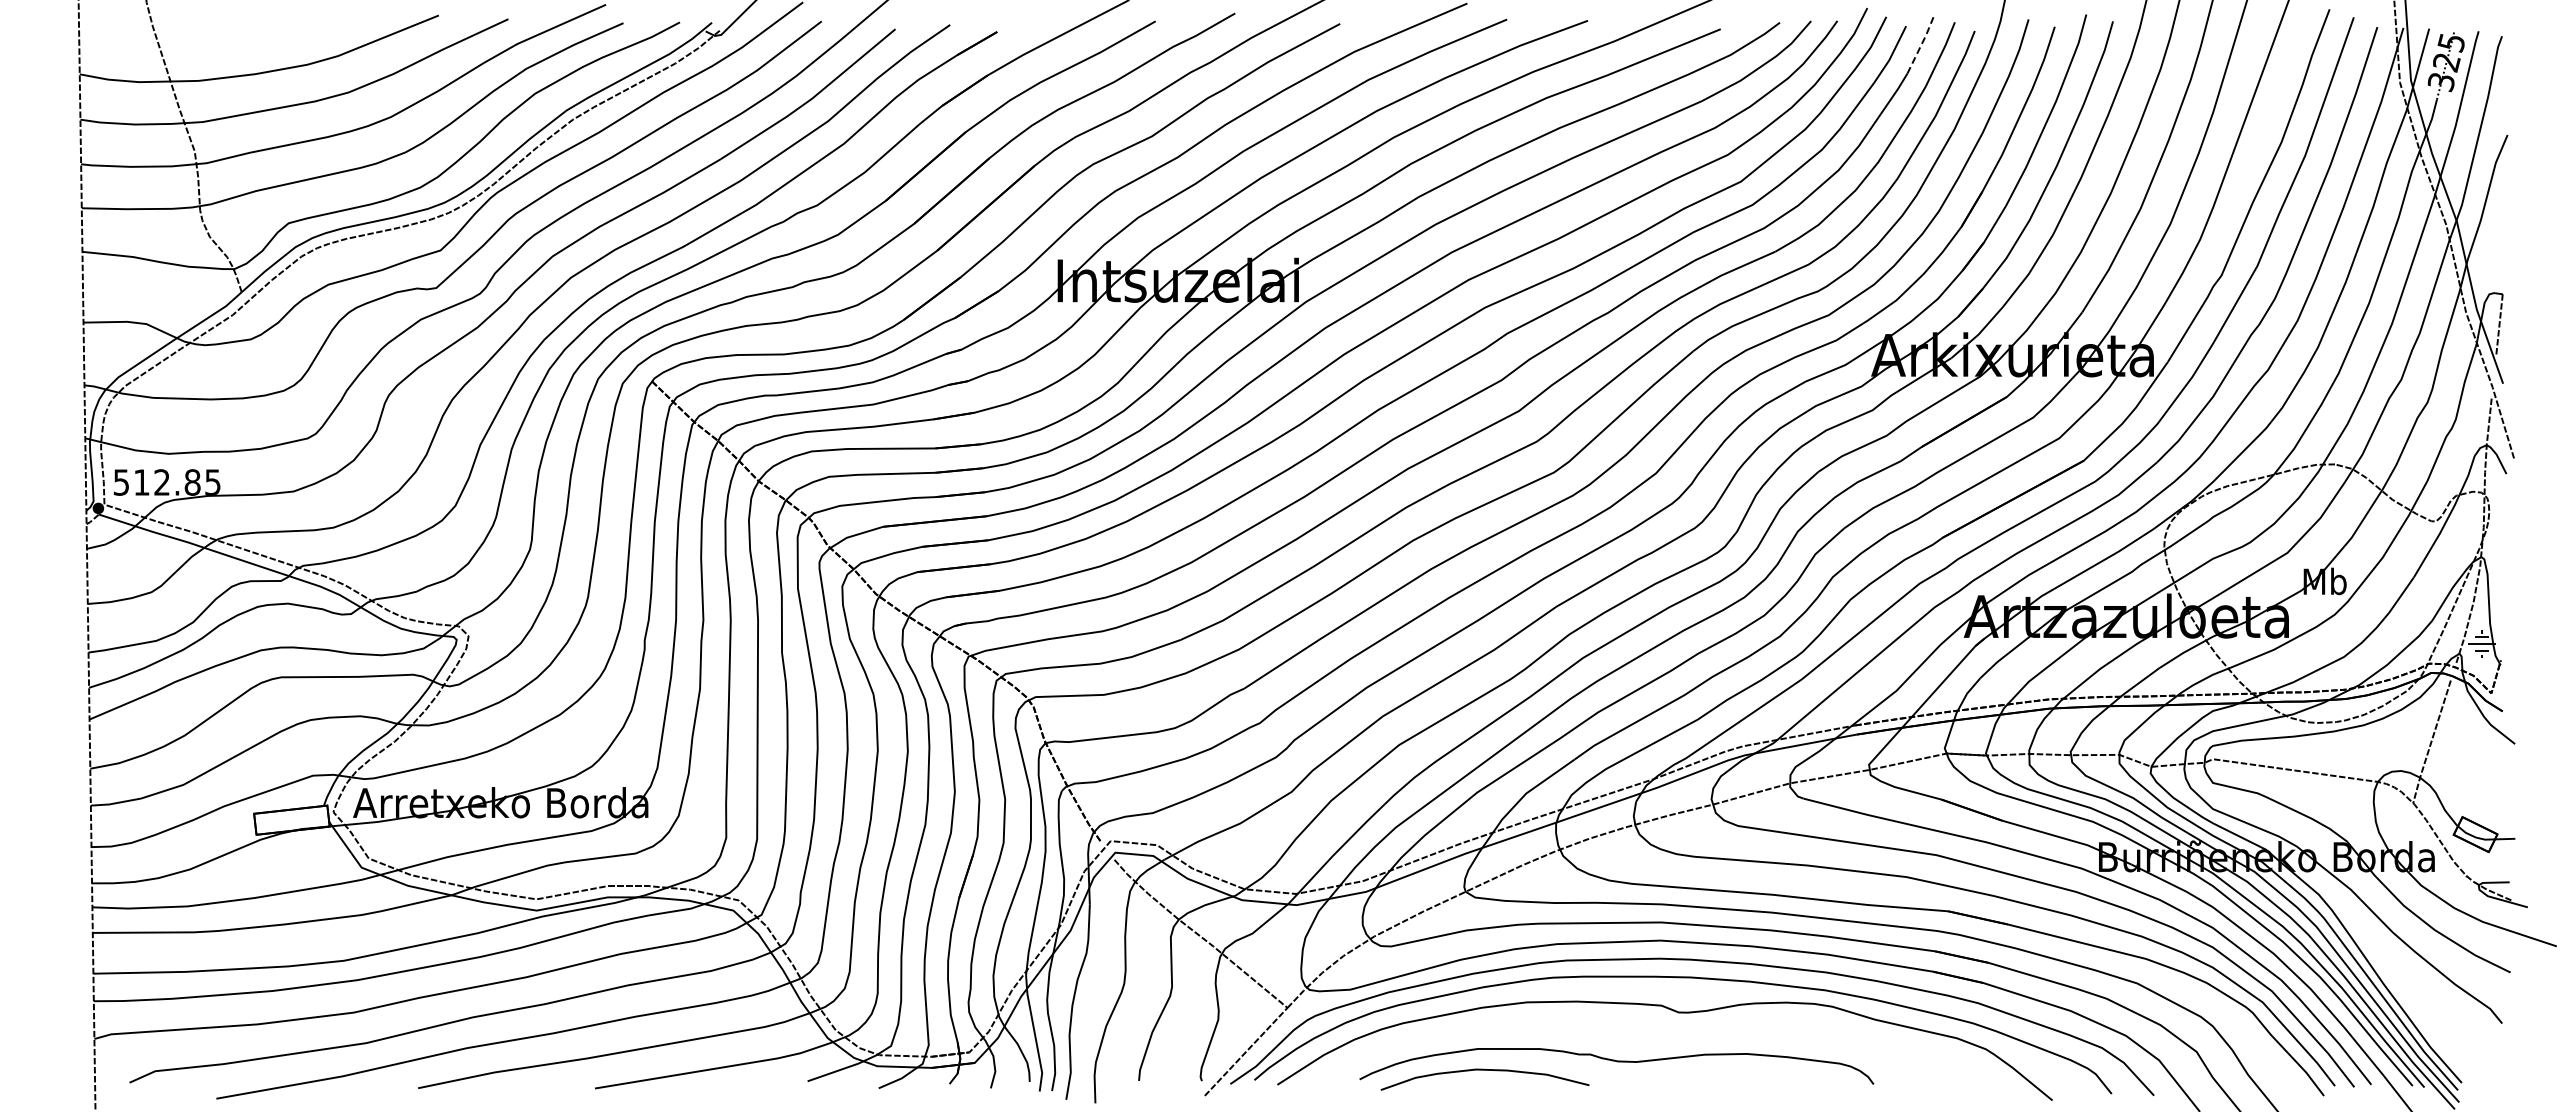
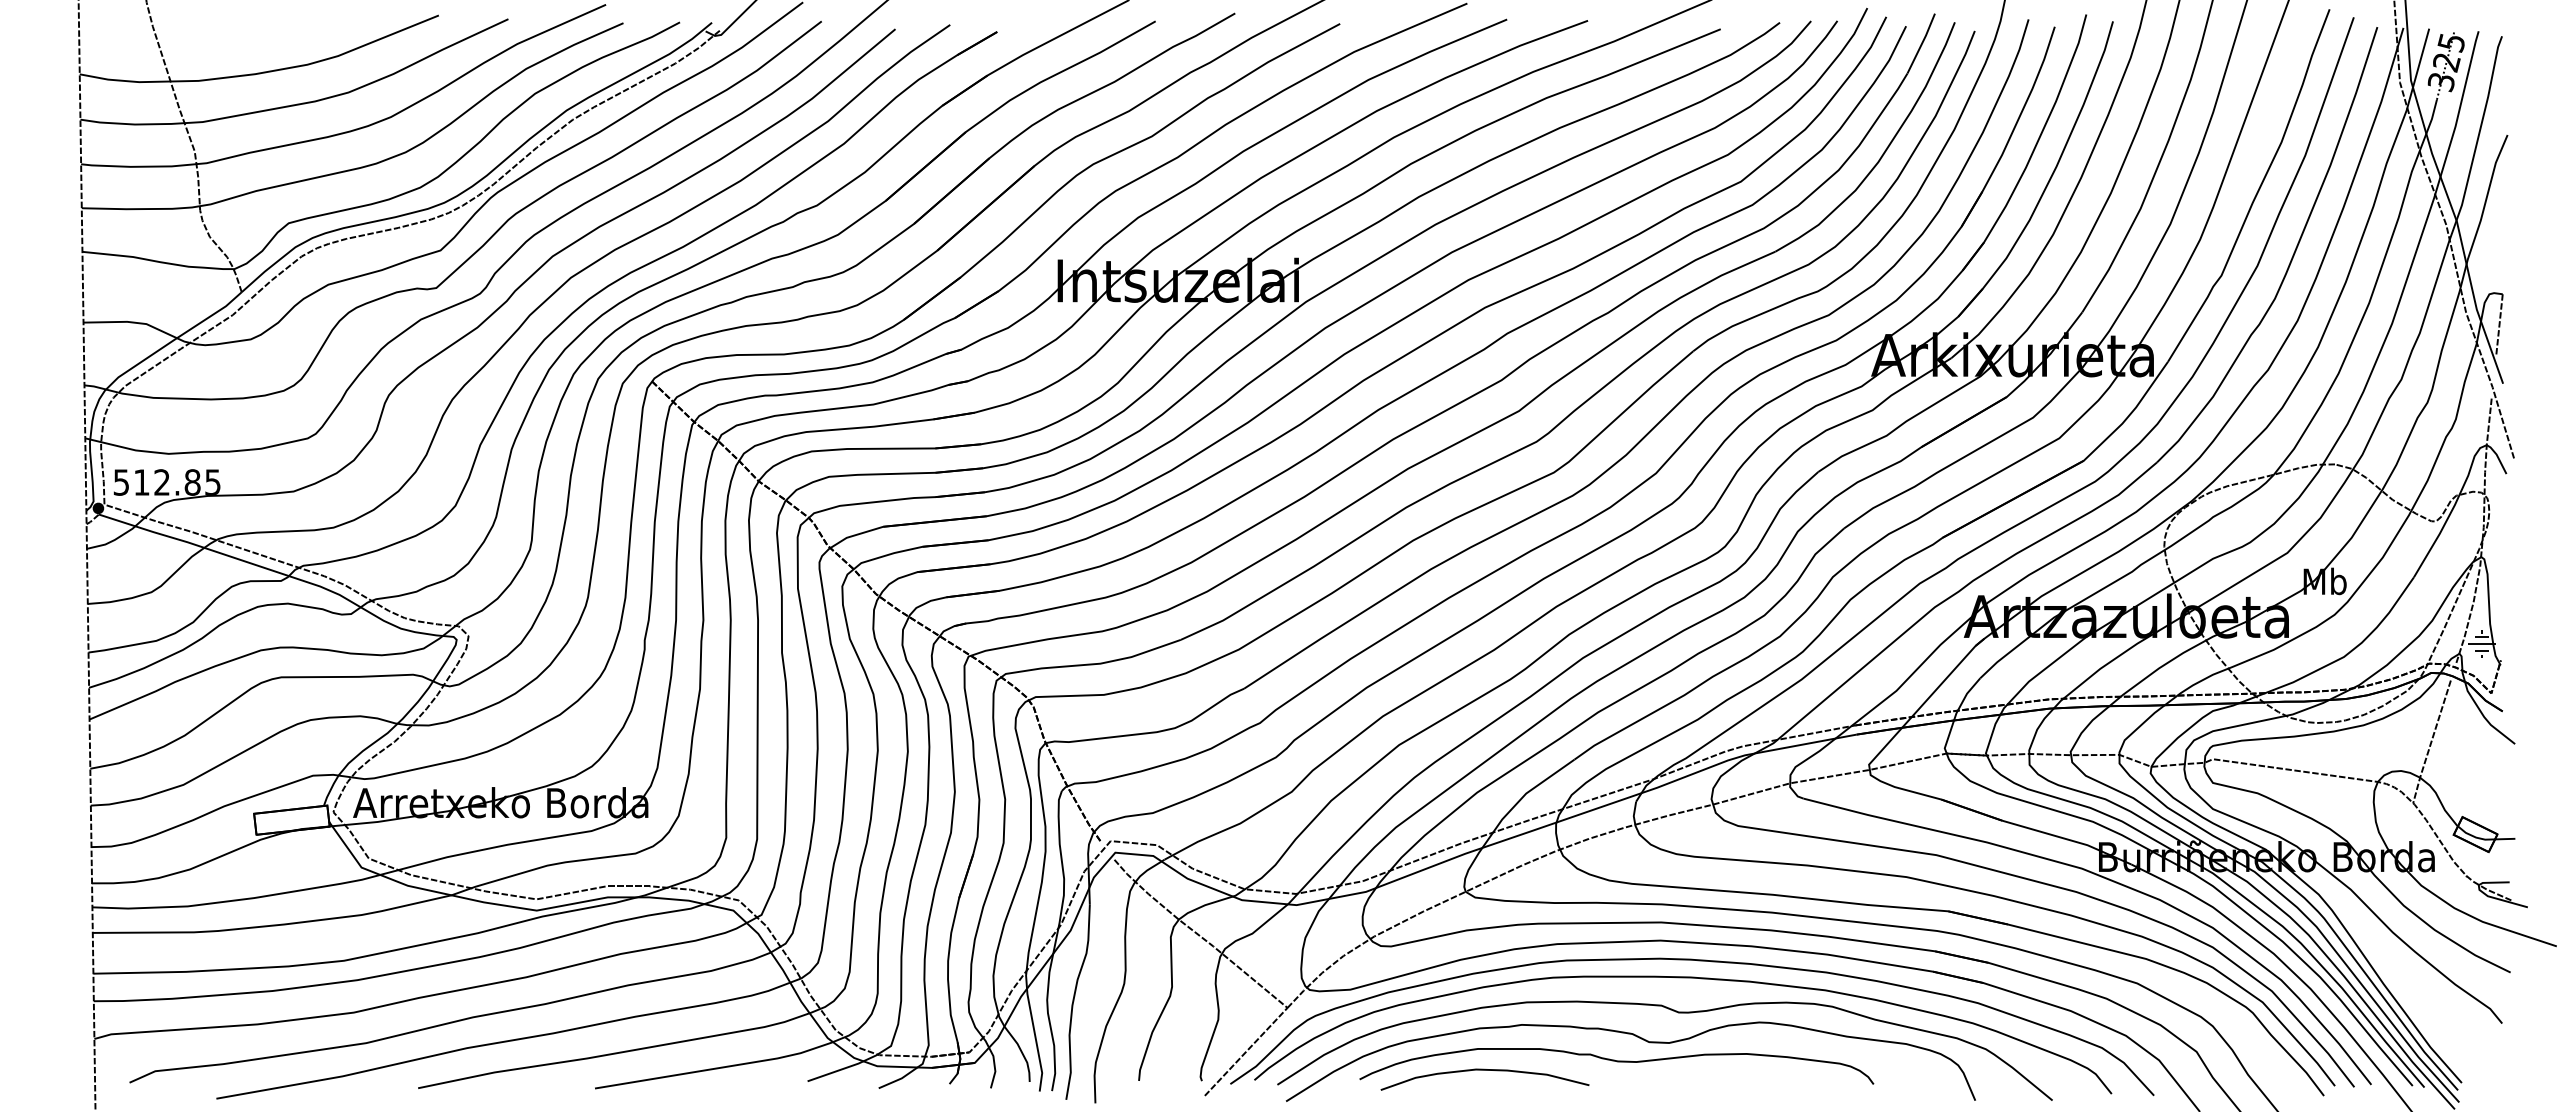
line at (1922, 43): dashed -> solid
curve at (1641, 1039): none -> present
